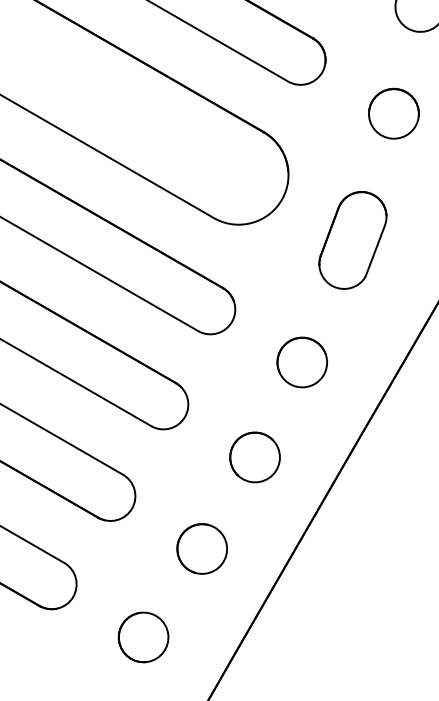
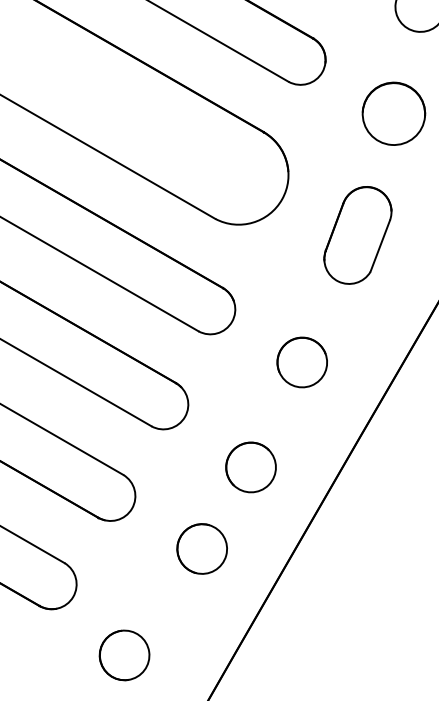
part at (393, 113) size: 52x53 px -> 66x65 px
part at (352, 240) position: (352, 240) -> (357, 235)
part at (254, 457) position: (254, 457) -> (250, 467)
part at (143, 637) position: (143, 637) -> (124, 655)
